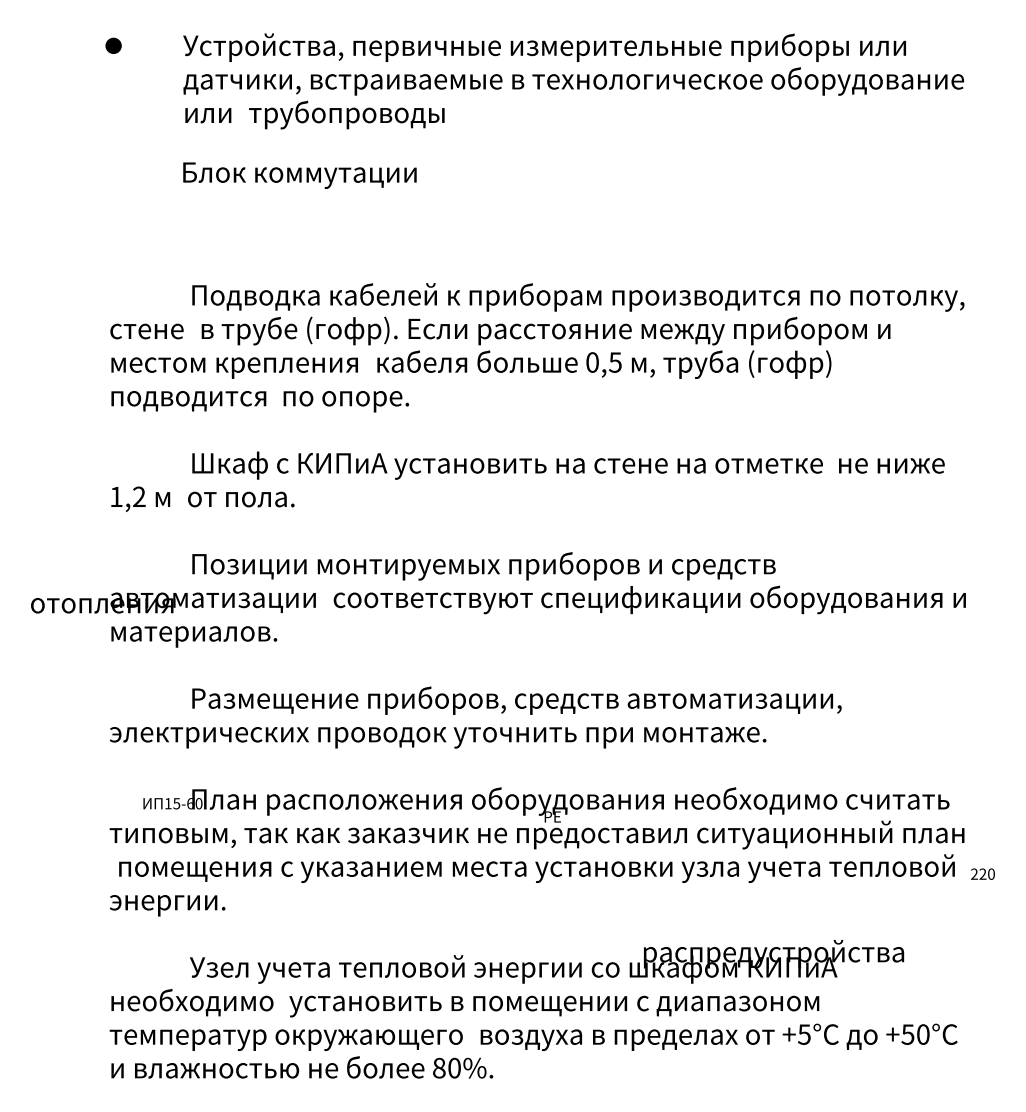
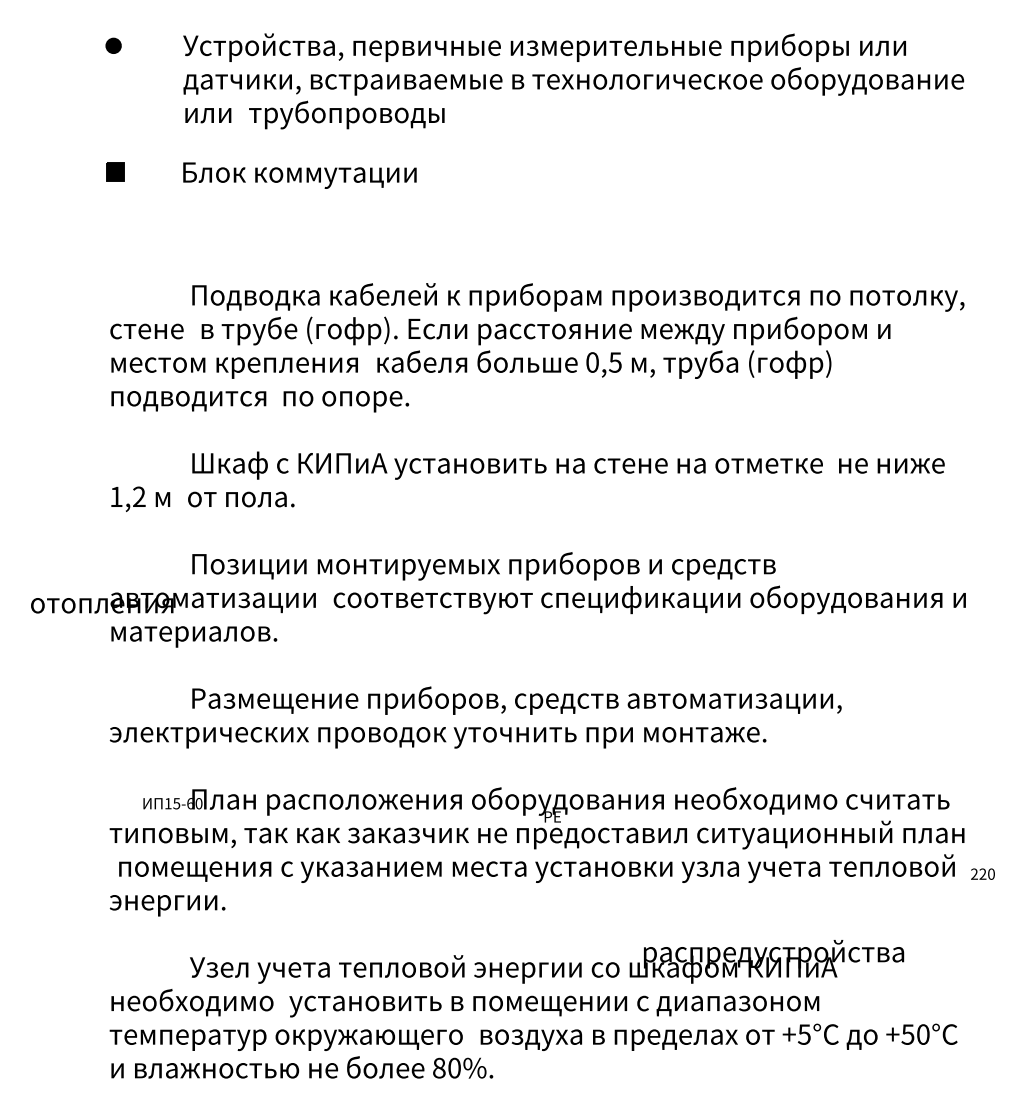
part at (115, 171): none -> present
